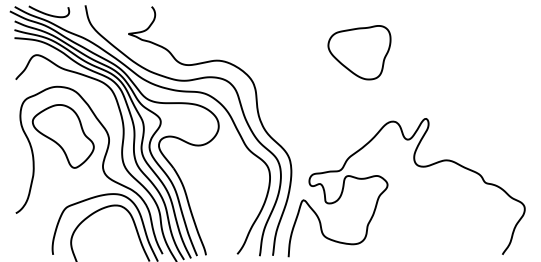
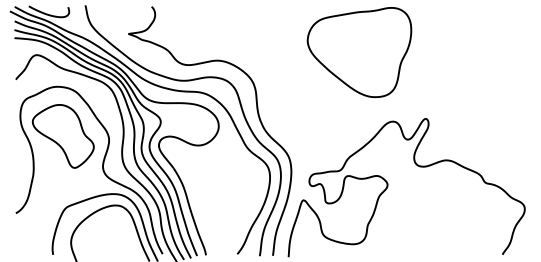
part at (359, 52) size: 65x56 px -> 107x92 px
